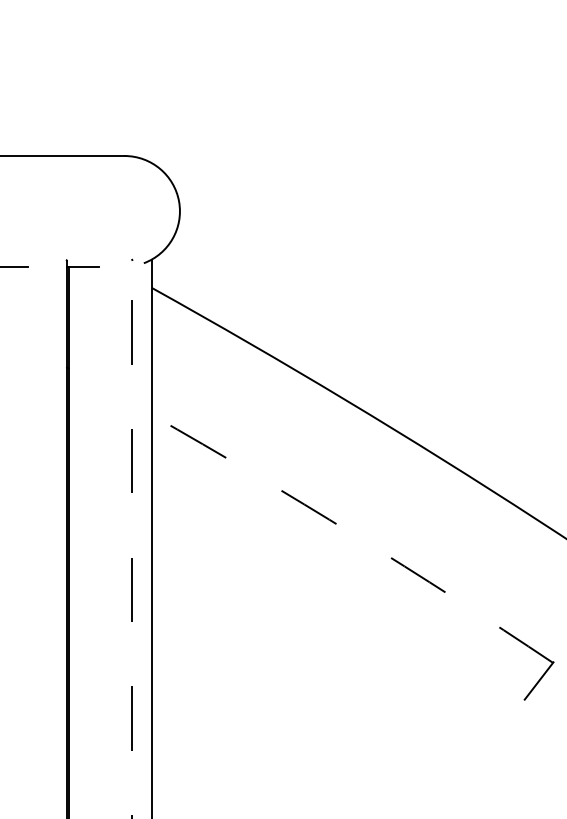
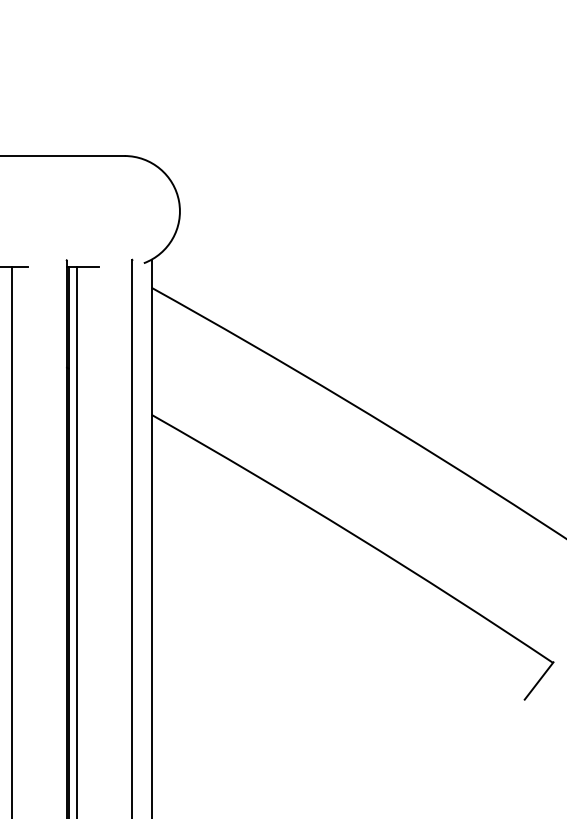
arc at (354, 535): dashed -> solid
line at (132, 539): dashed -> solid
line at (11, 540): none -> present
line at (77, 540): none -> present
